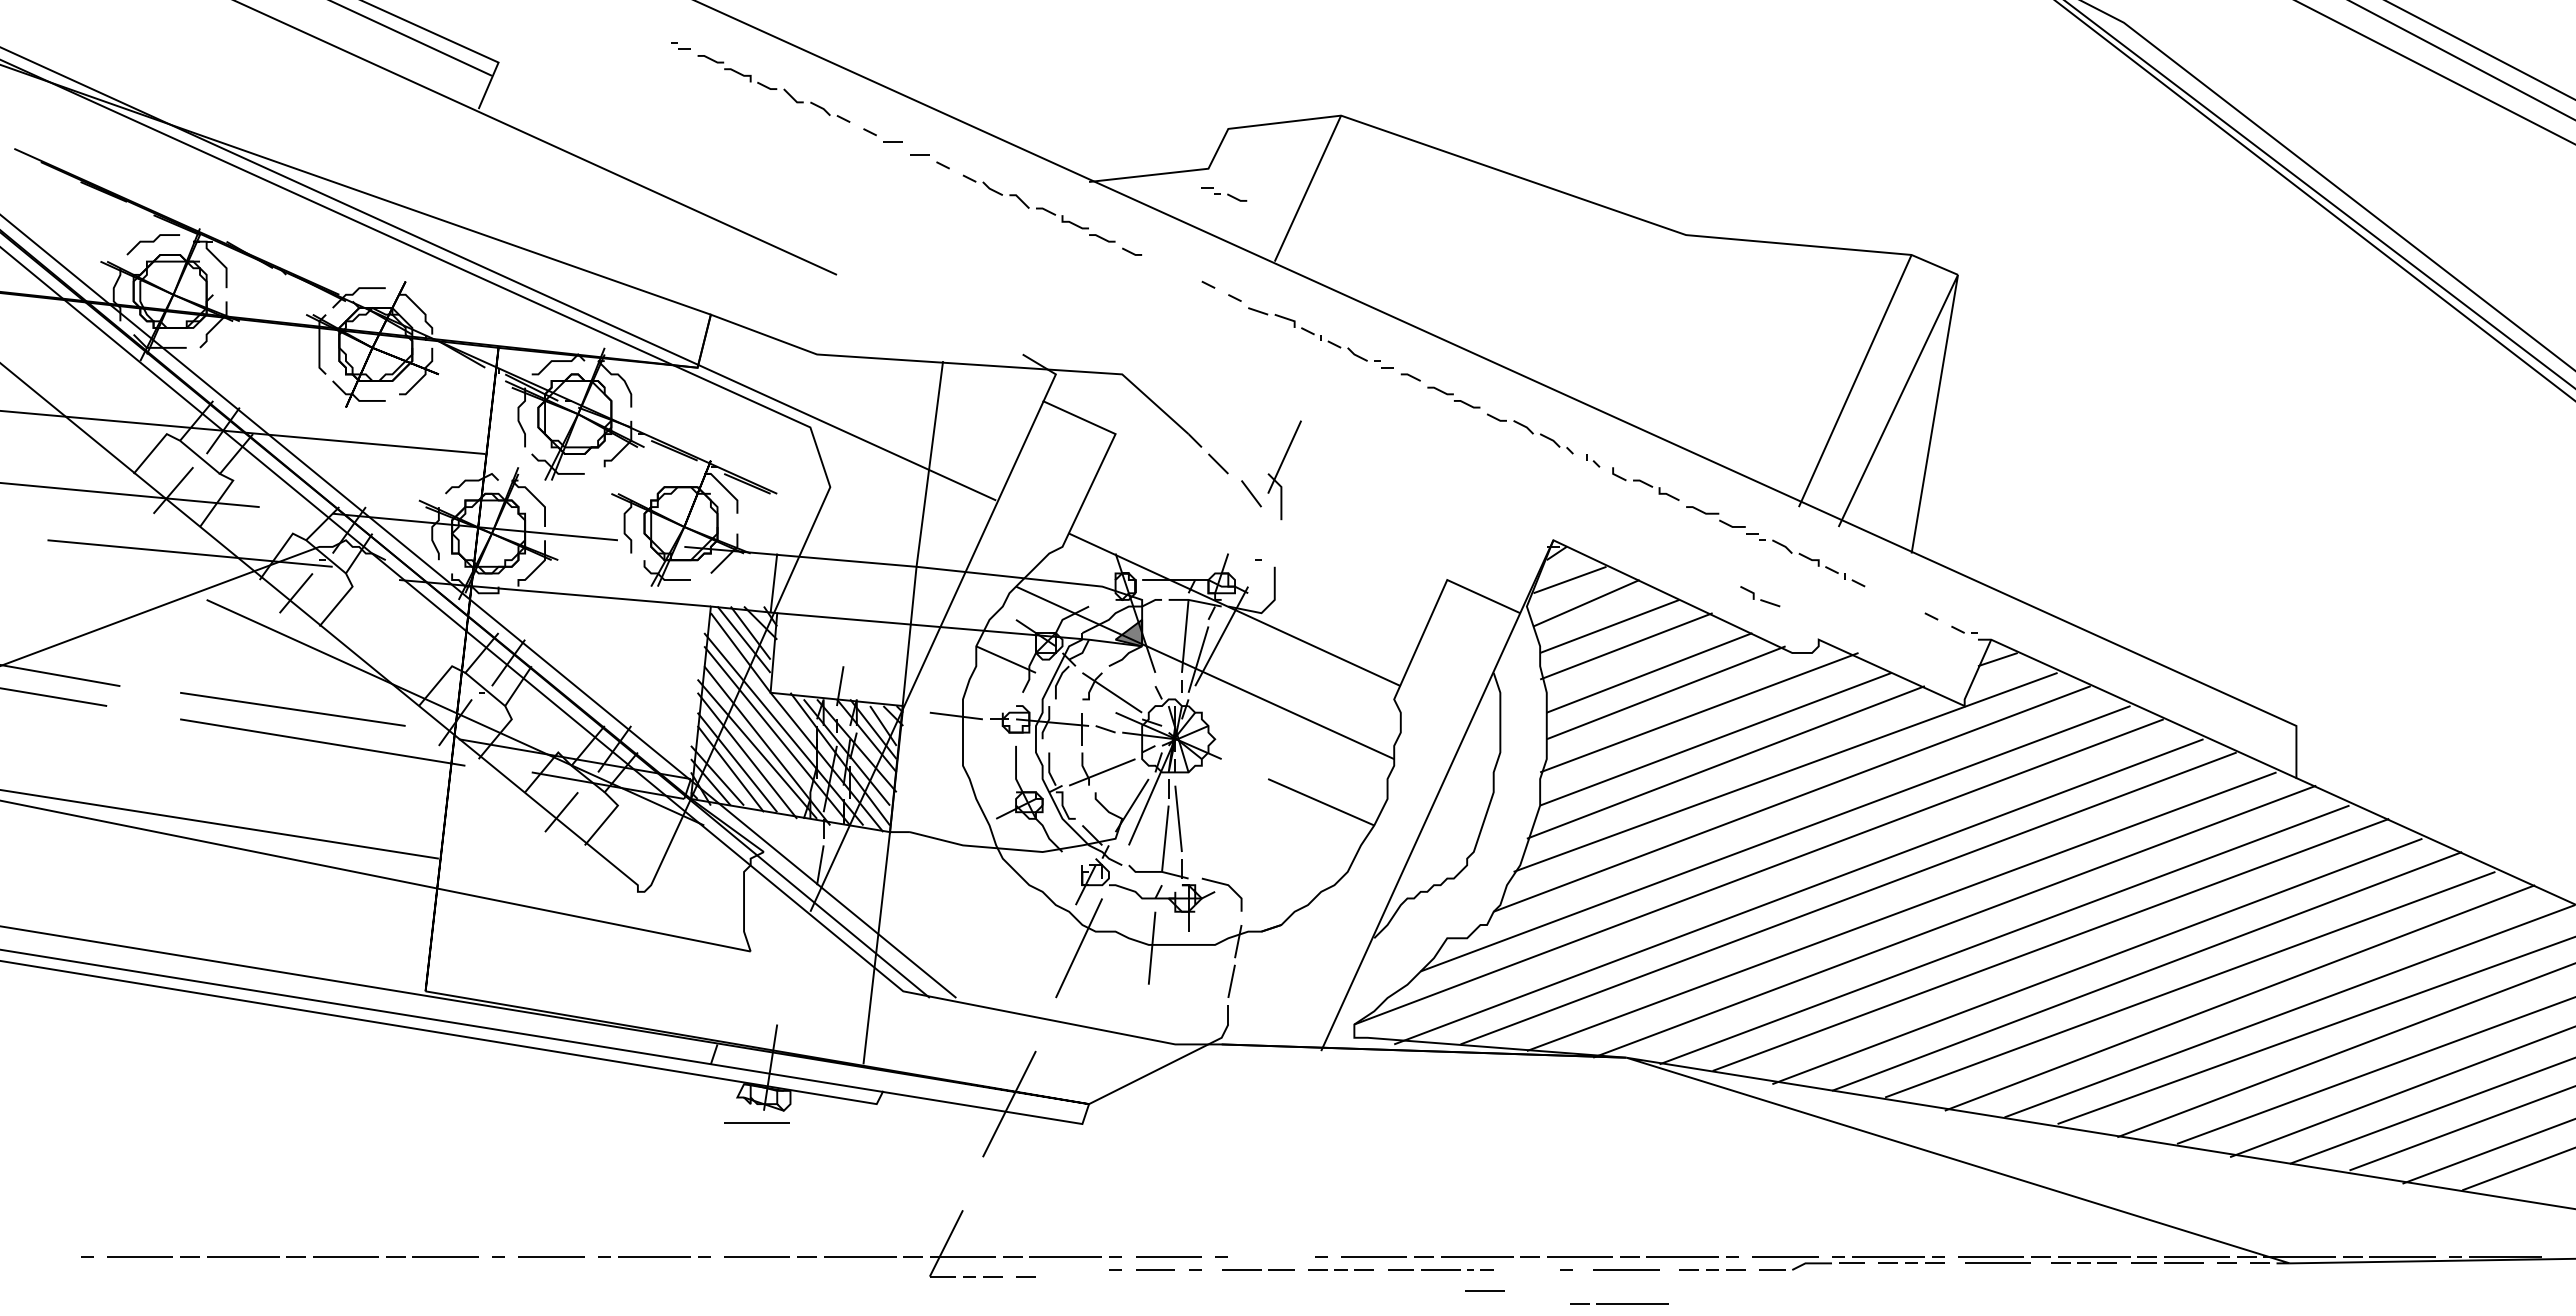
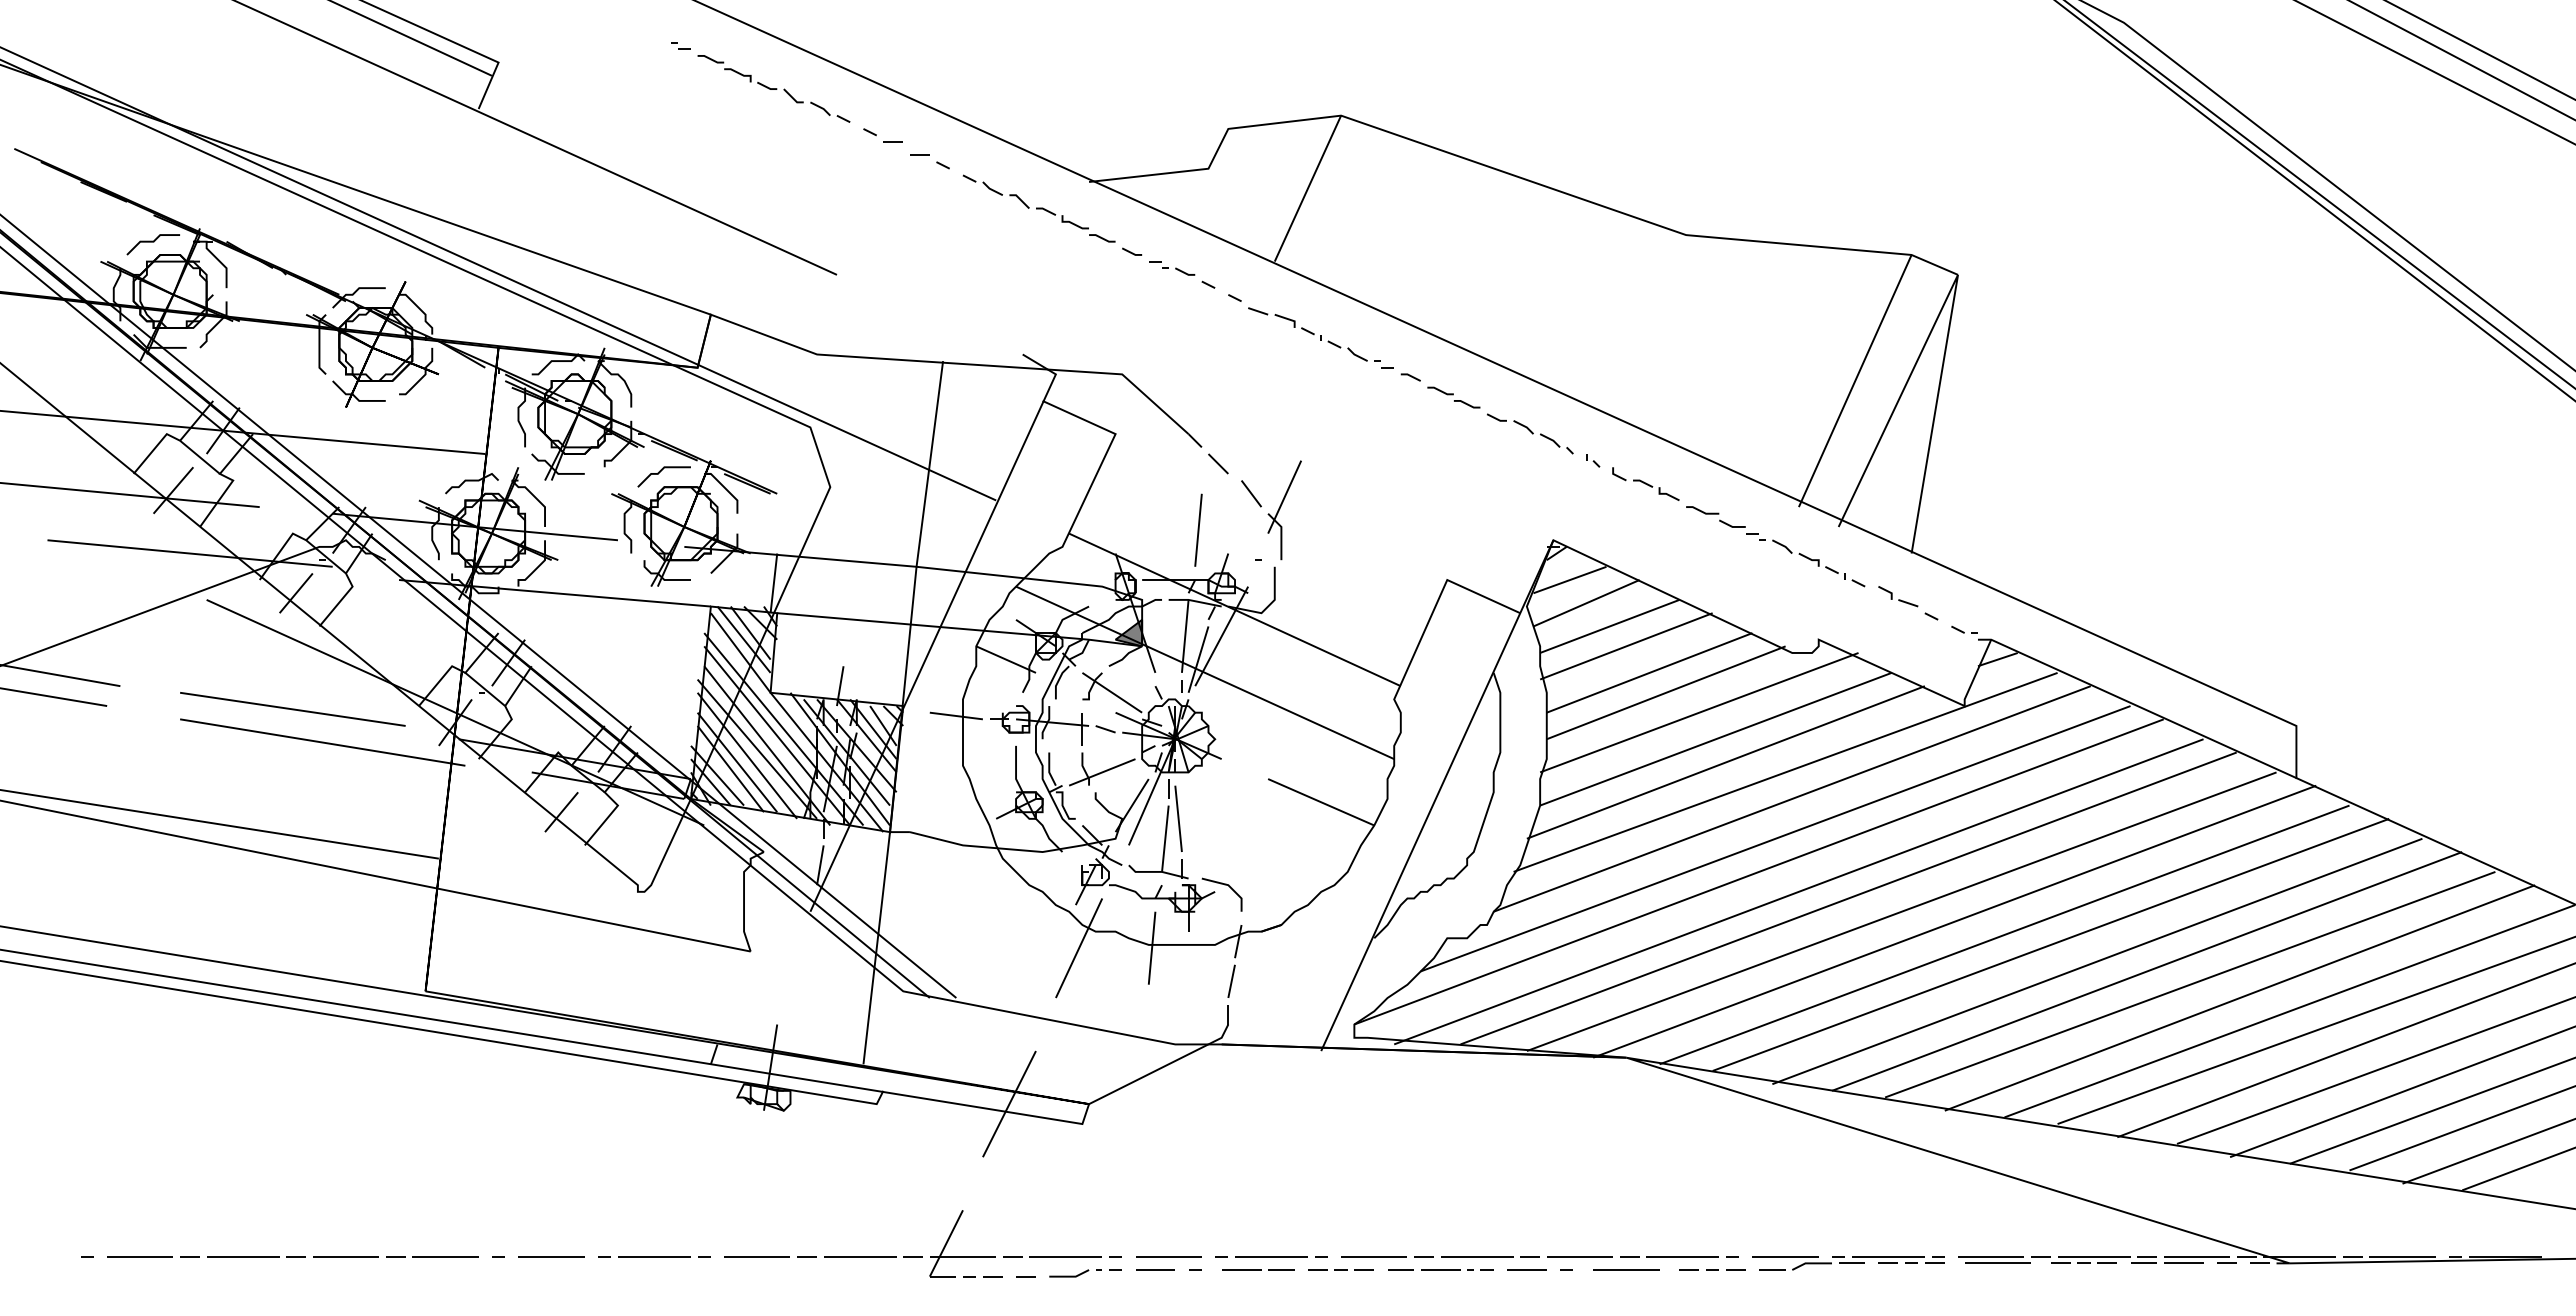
part at (1224, 194) position: (1224, 194) -> (1172, 268)
part at (1284, 470) position: (1284, 470) -> (1284, 510)
curve at (660, 472): none -> present
line at (1198, 529): none -> present
part at (1760, 596) position: (1760, 596) -> (1898, 596)
line at (756, 1122): present -> none
line at (1271, 1256): none -> present
part at (1075, 1273): none -> present
line at (1484, 1290) position: (1484, 1290) -> (1526, 1269)
line at (1619, 1303): present -> none
